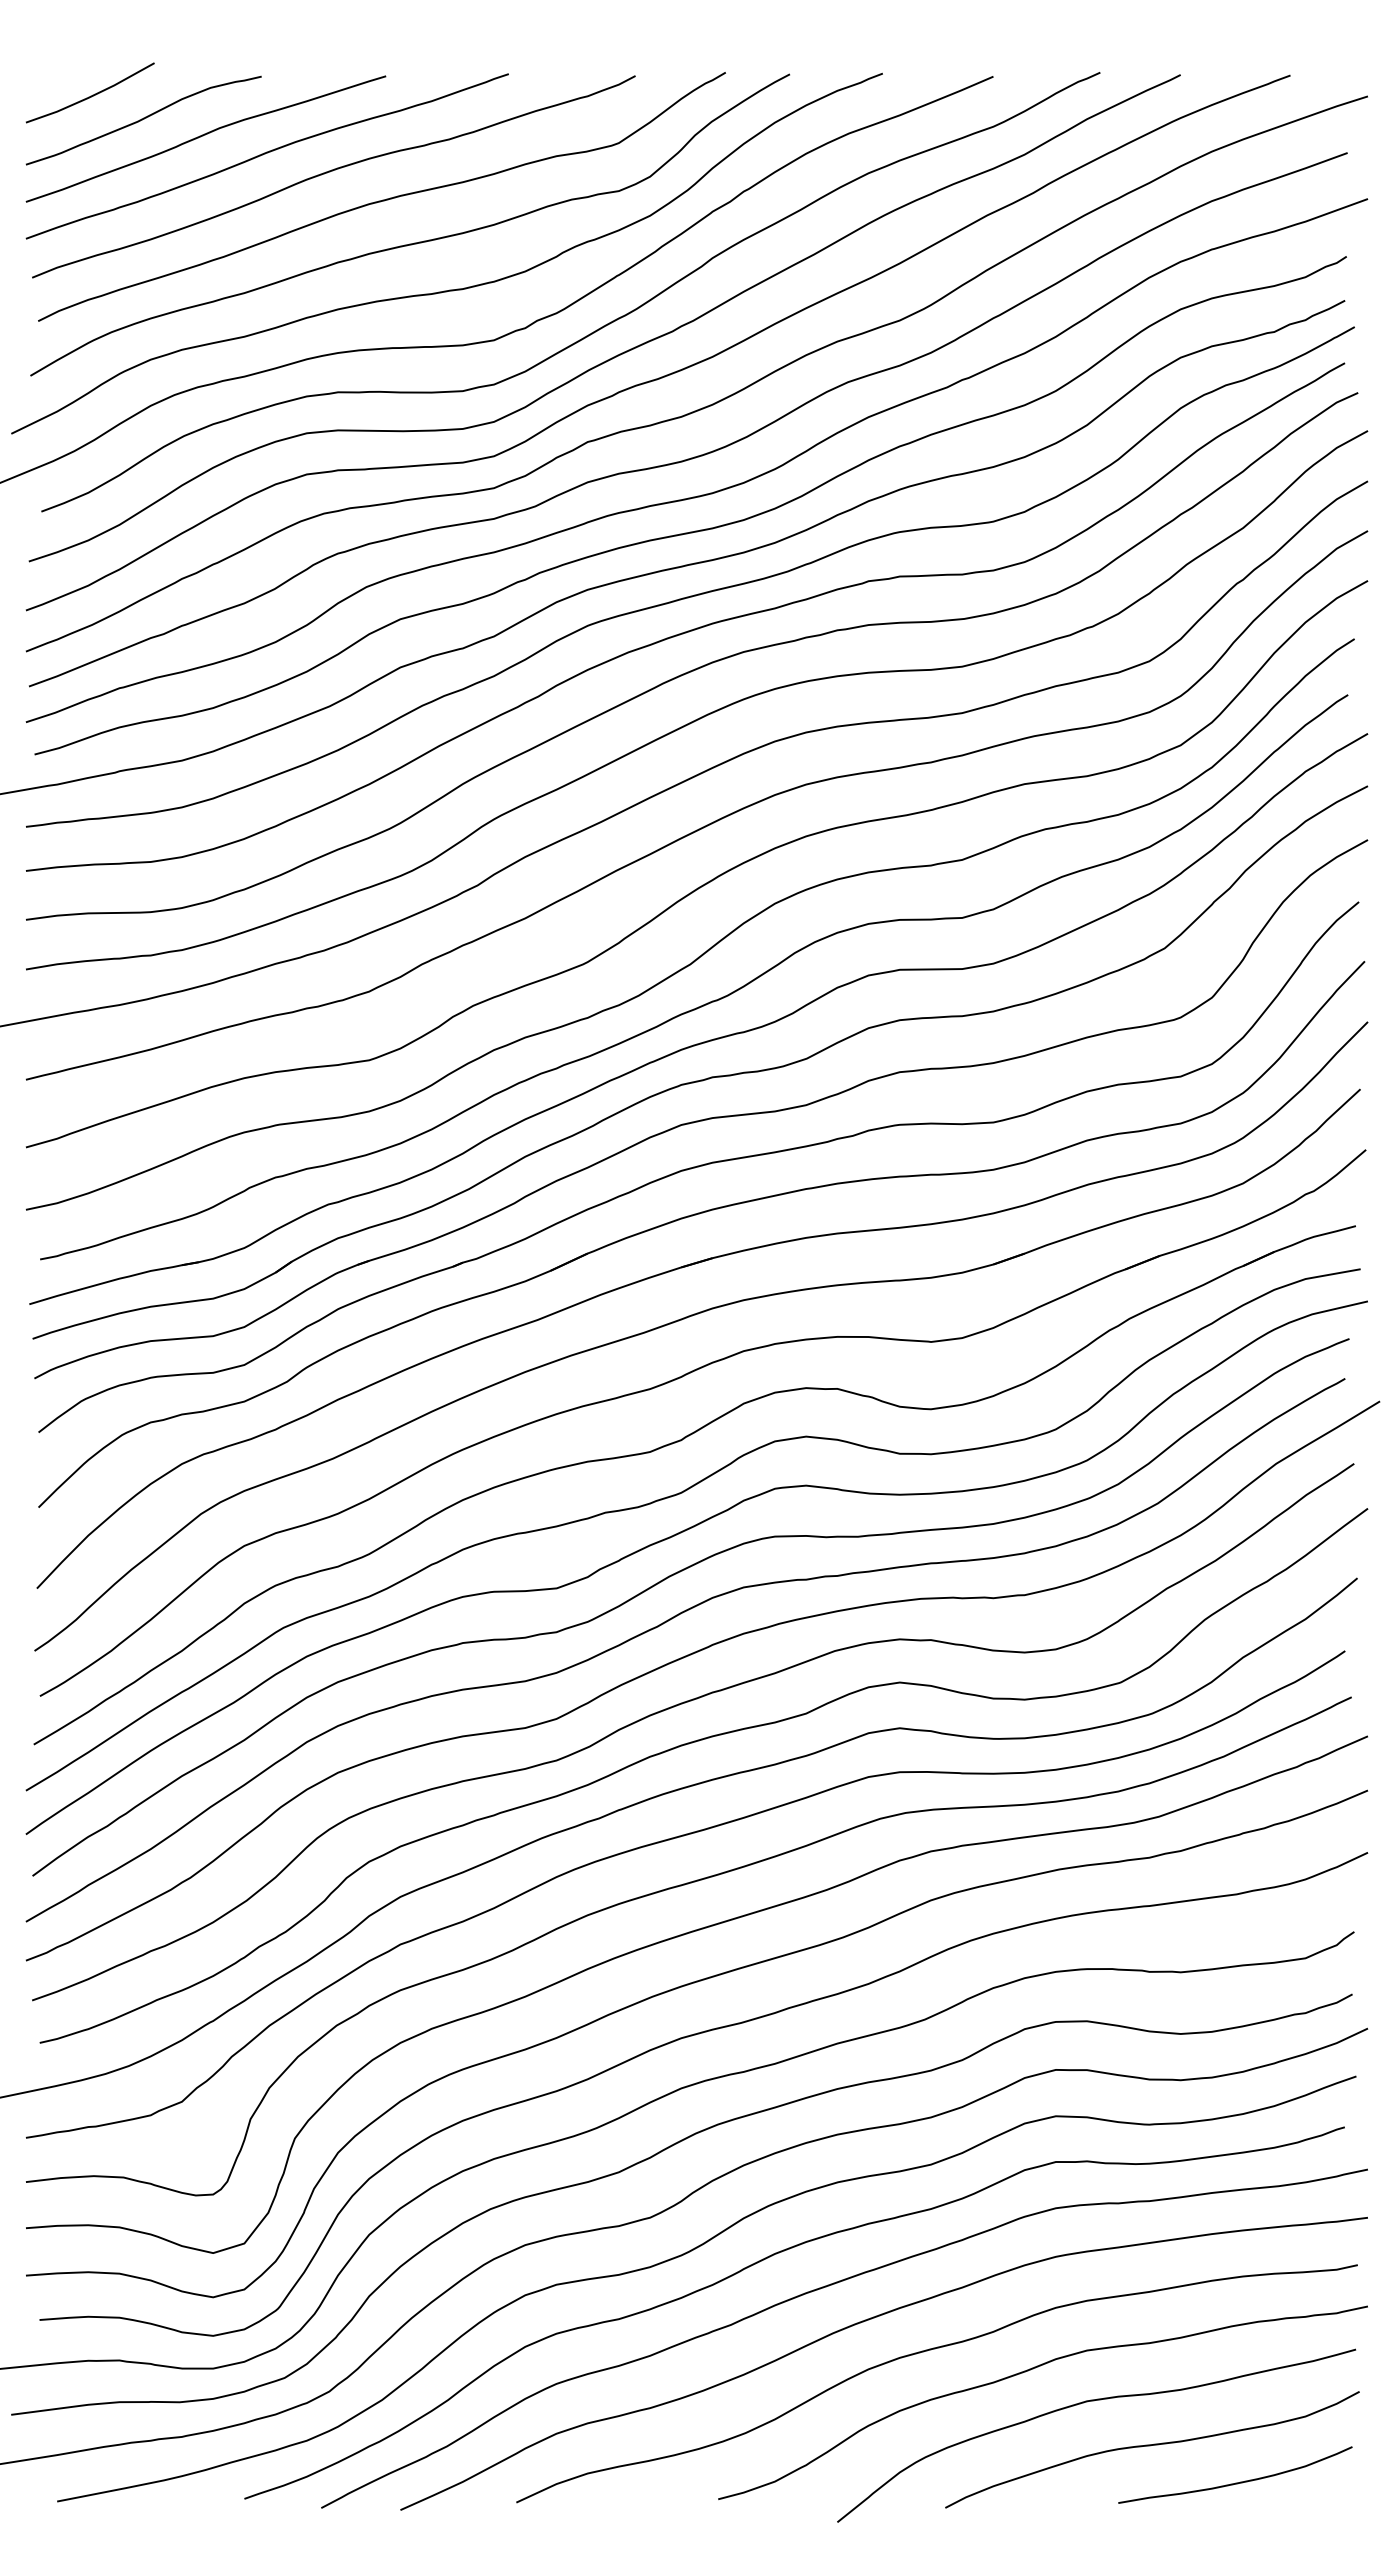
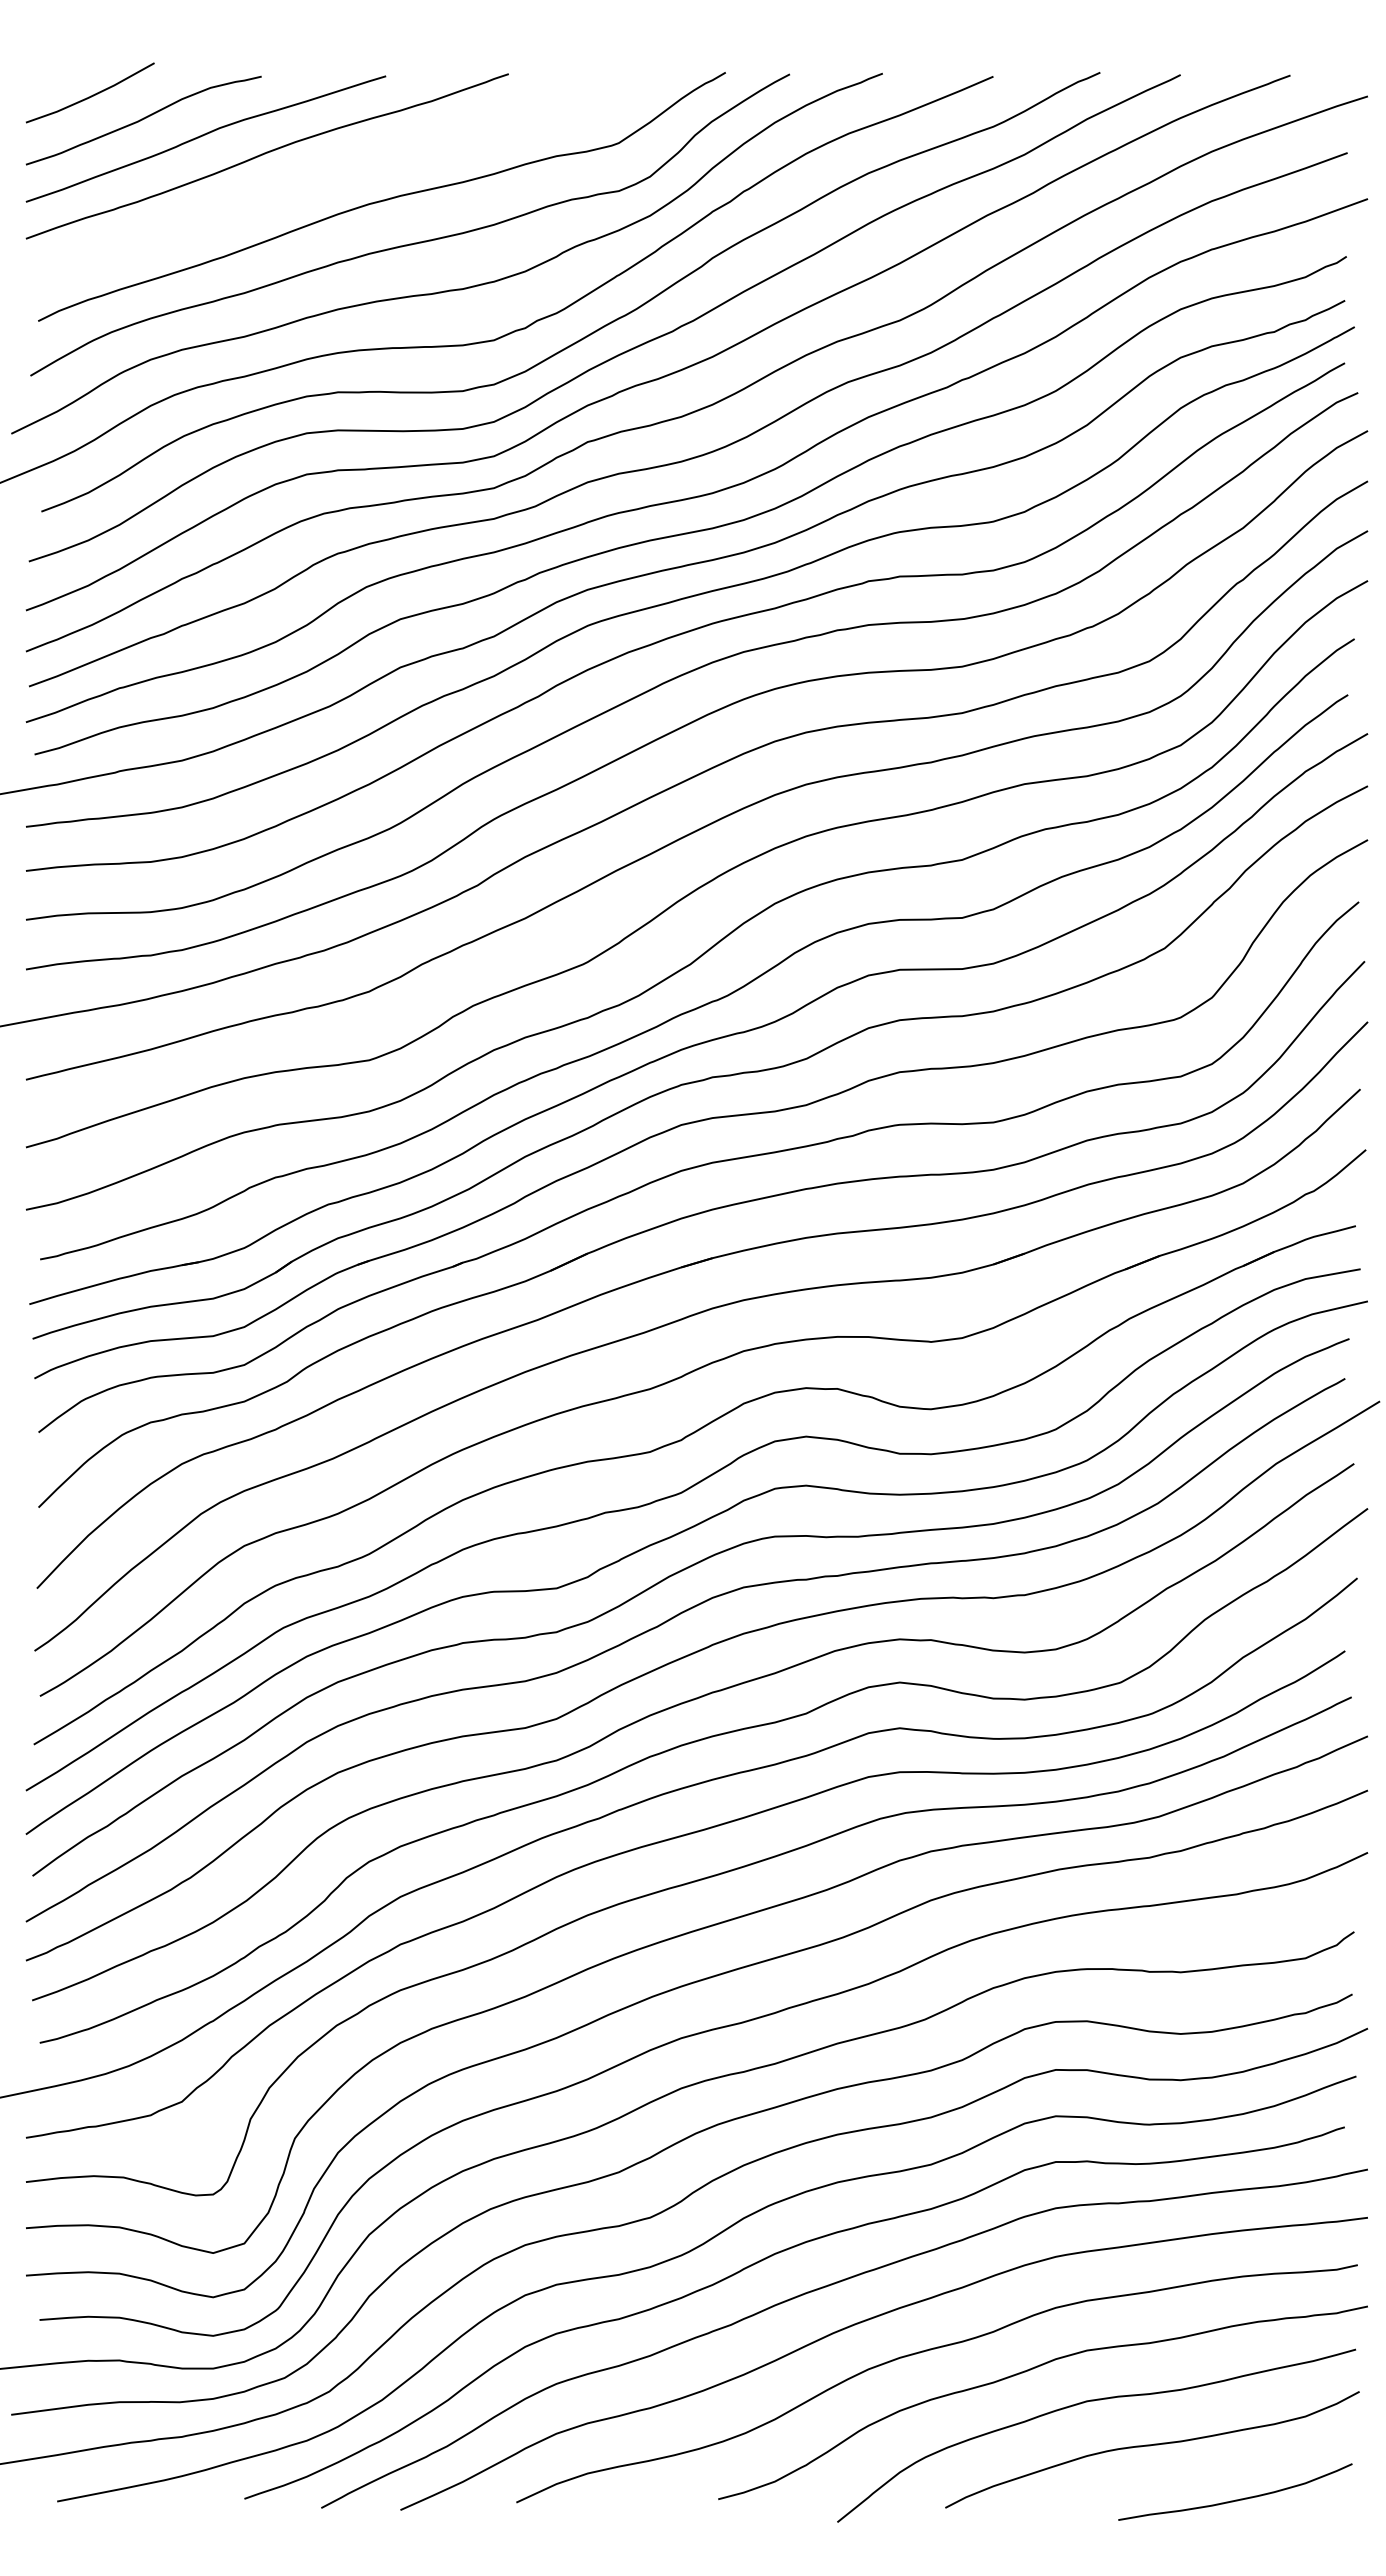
curve at (330, 172): present -> none
curve at (1235, 2482) position: (1235, 2482) -> (1235, 2499)
